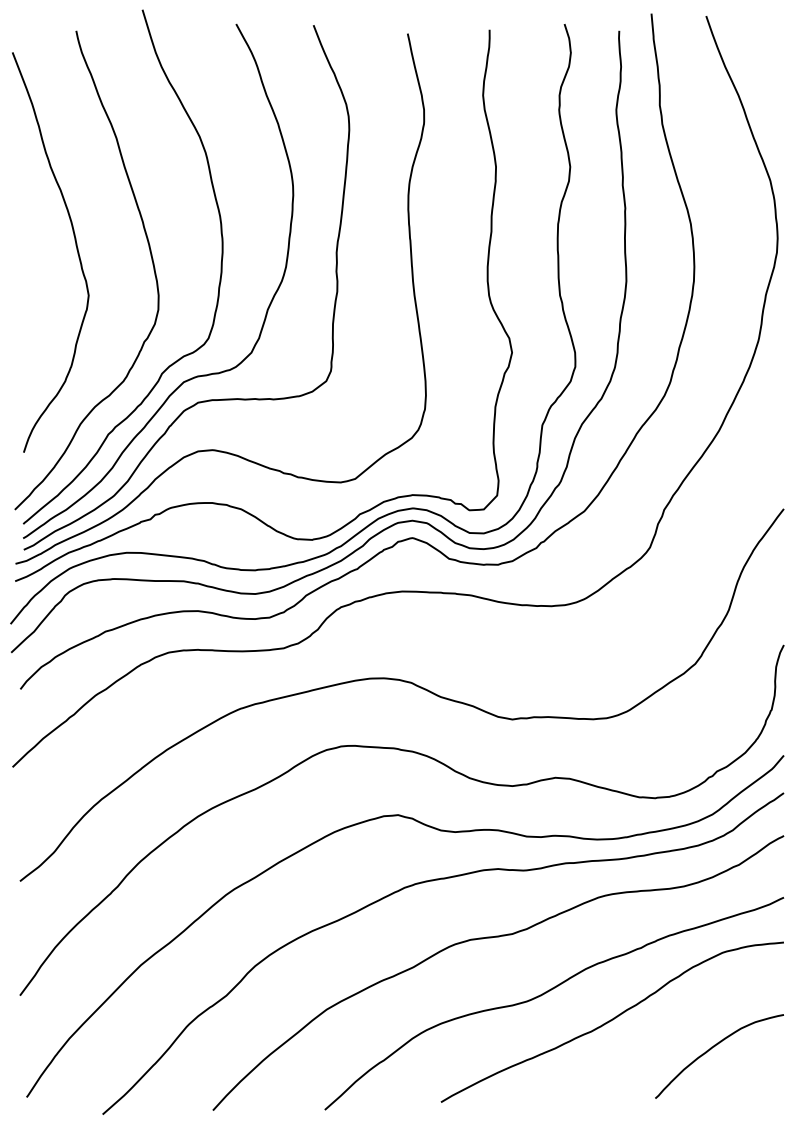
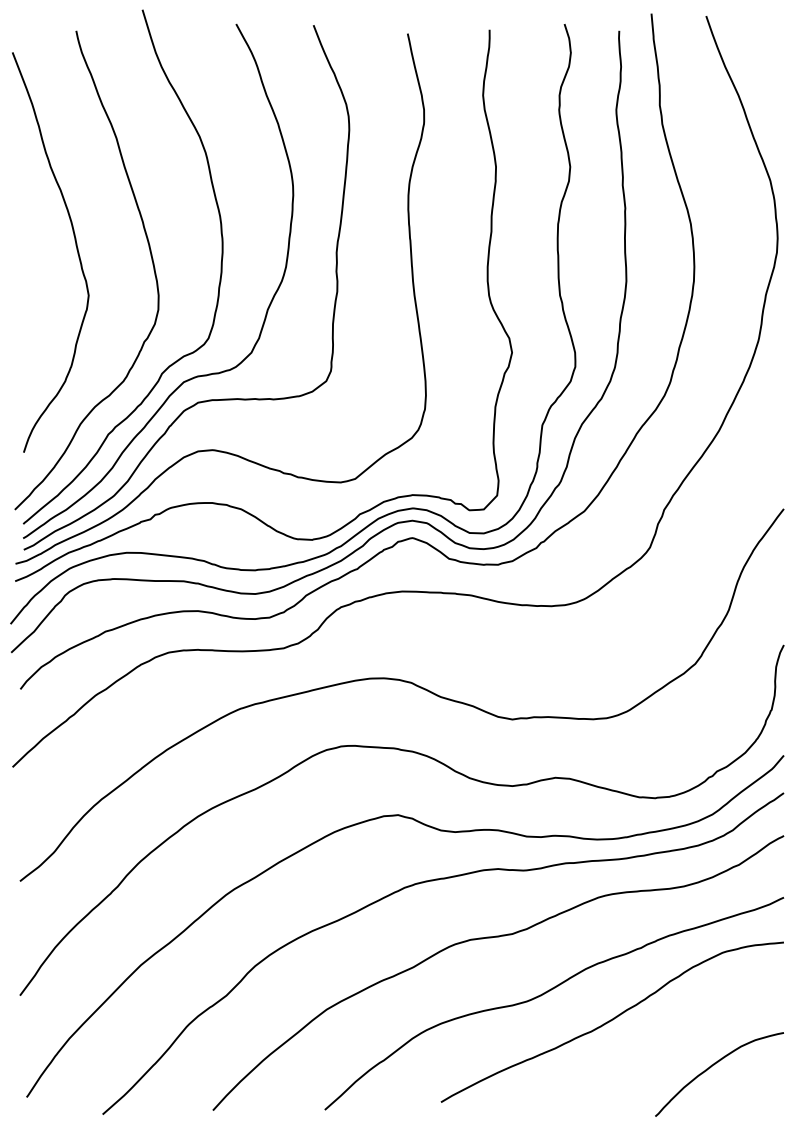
curve at (714, 1047) position: (714, 1047) -> (714, 1065)
